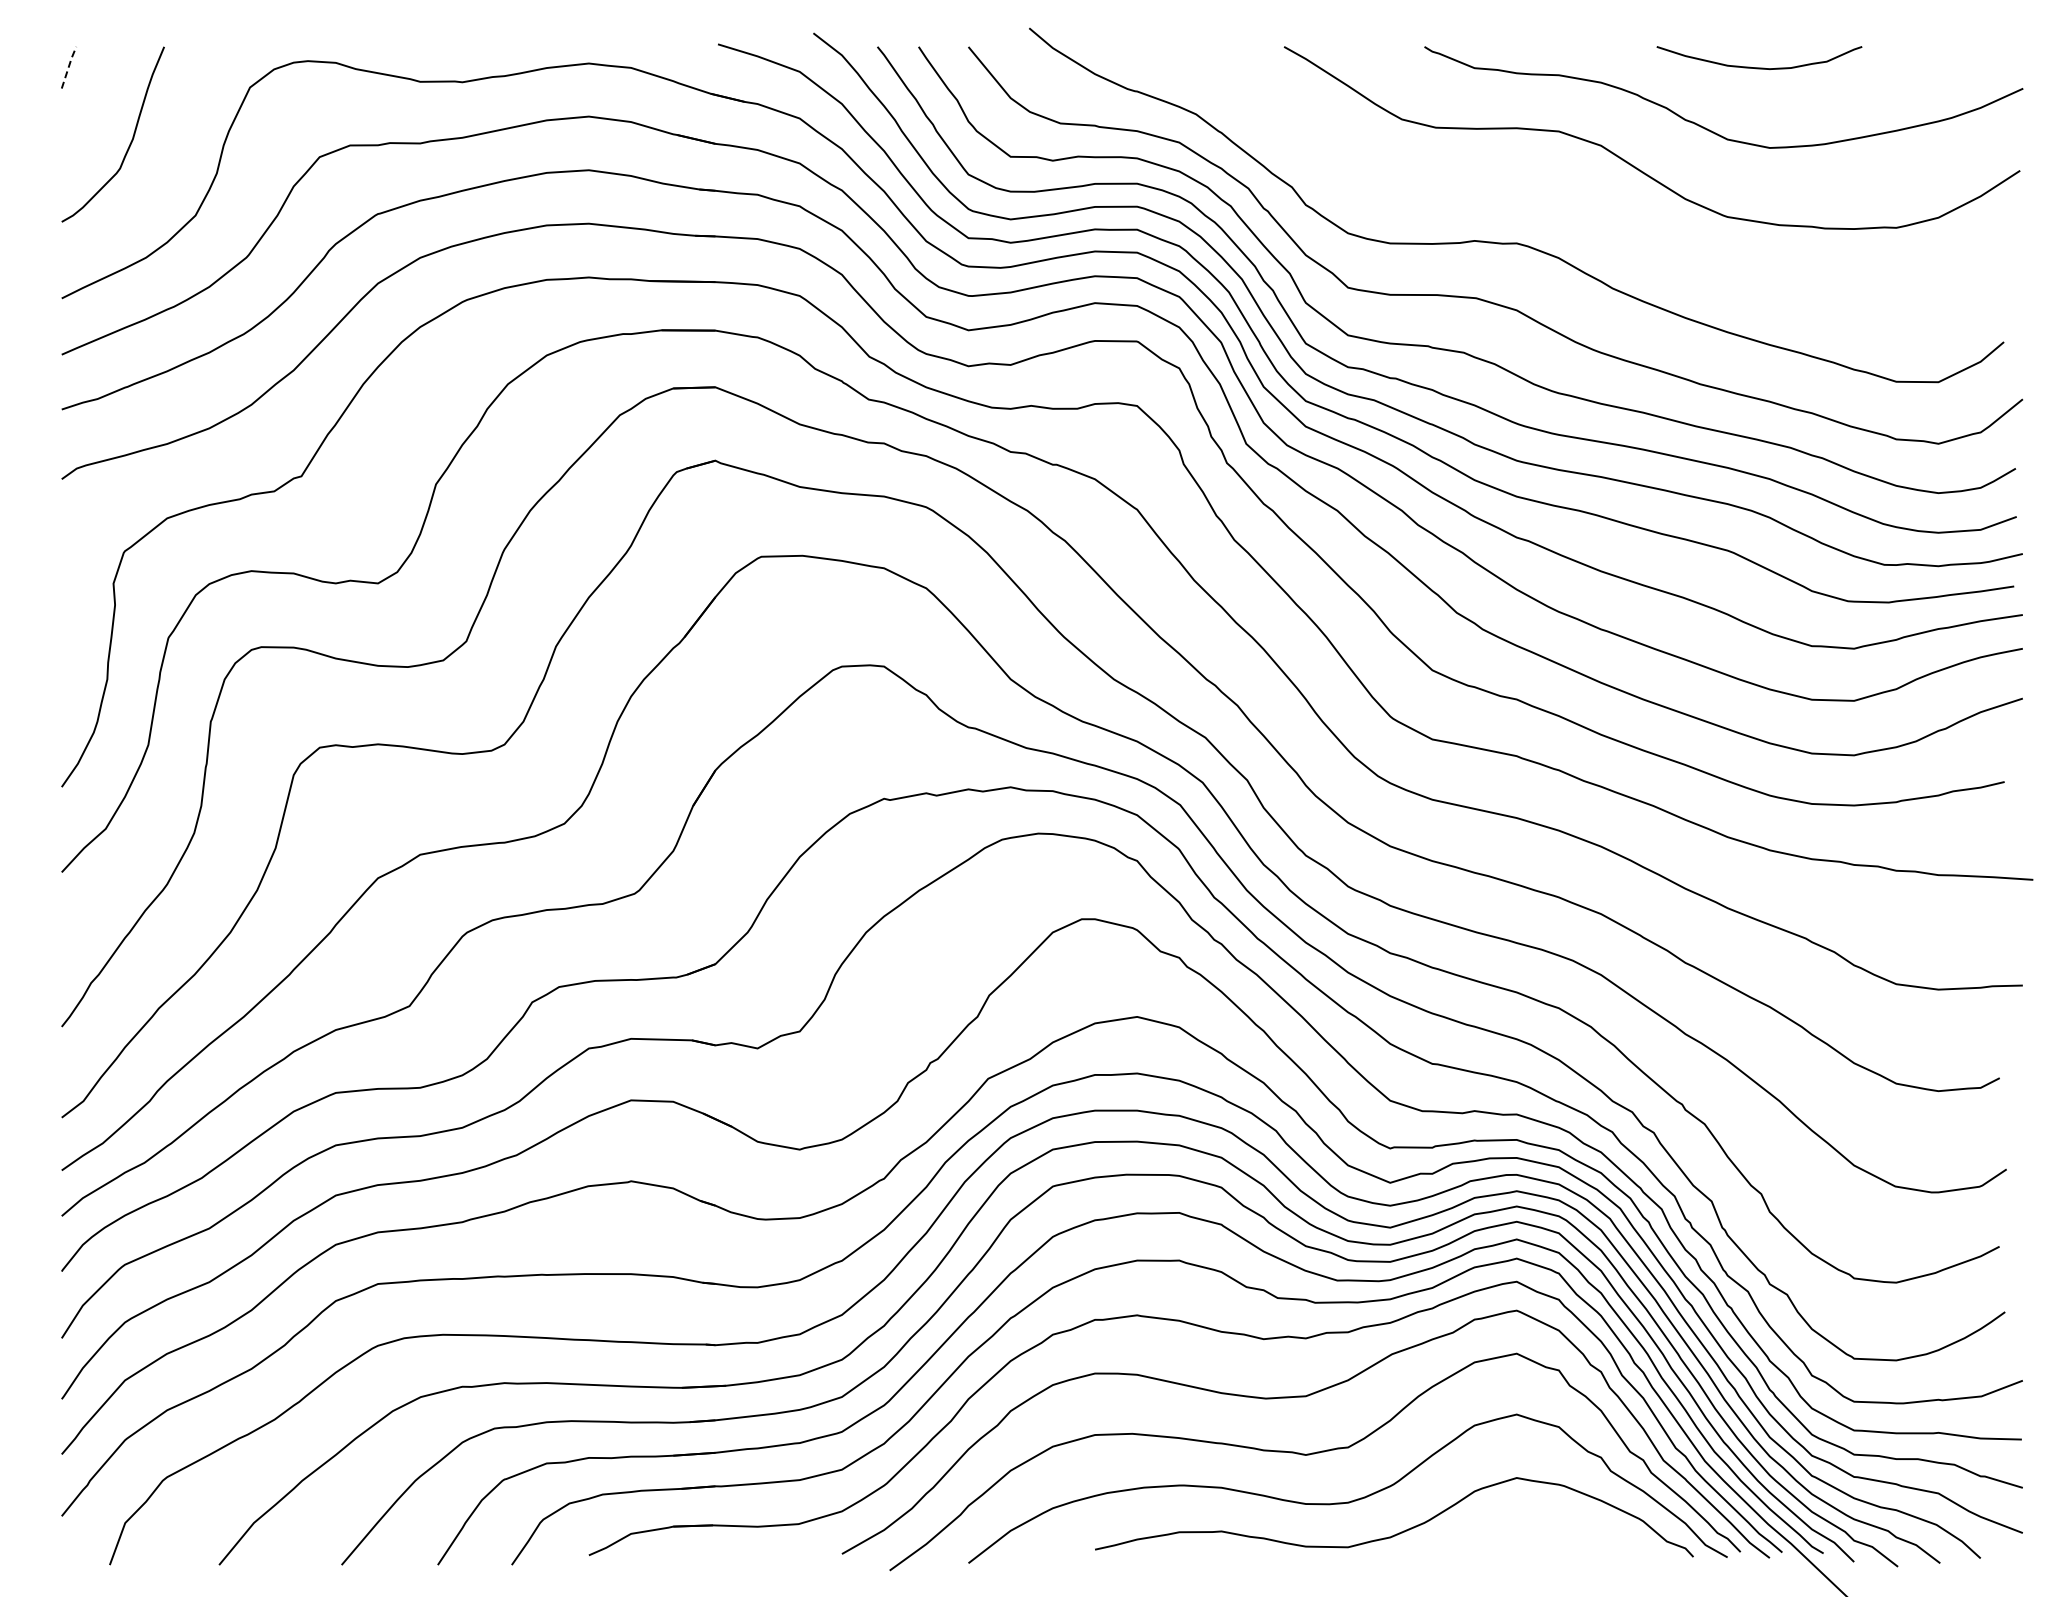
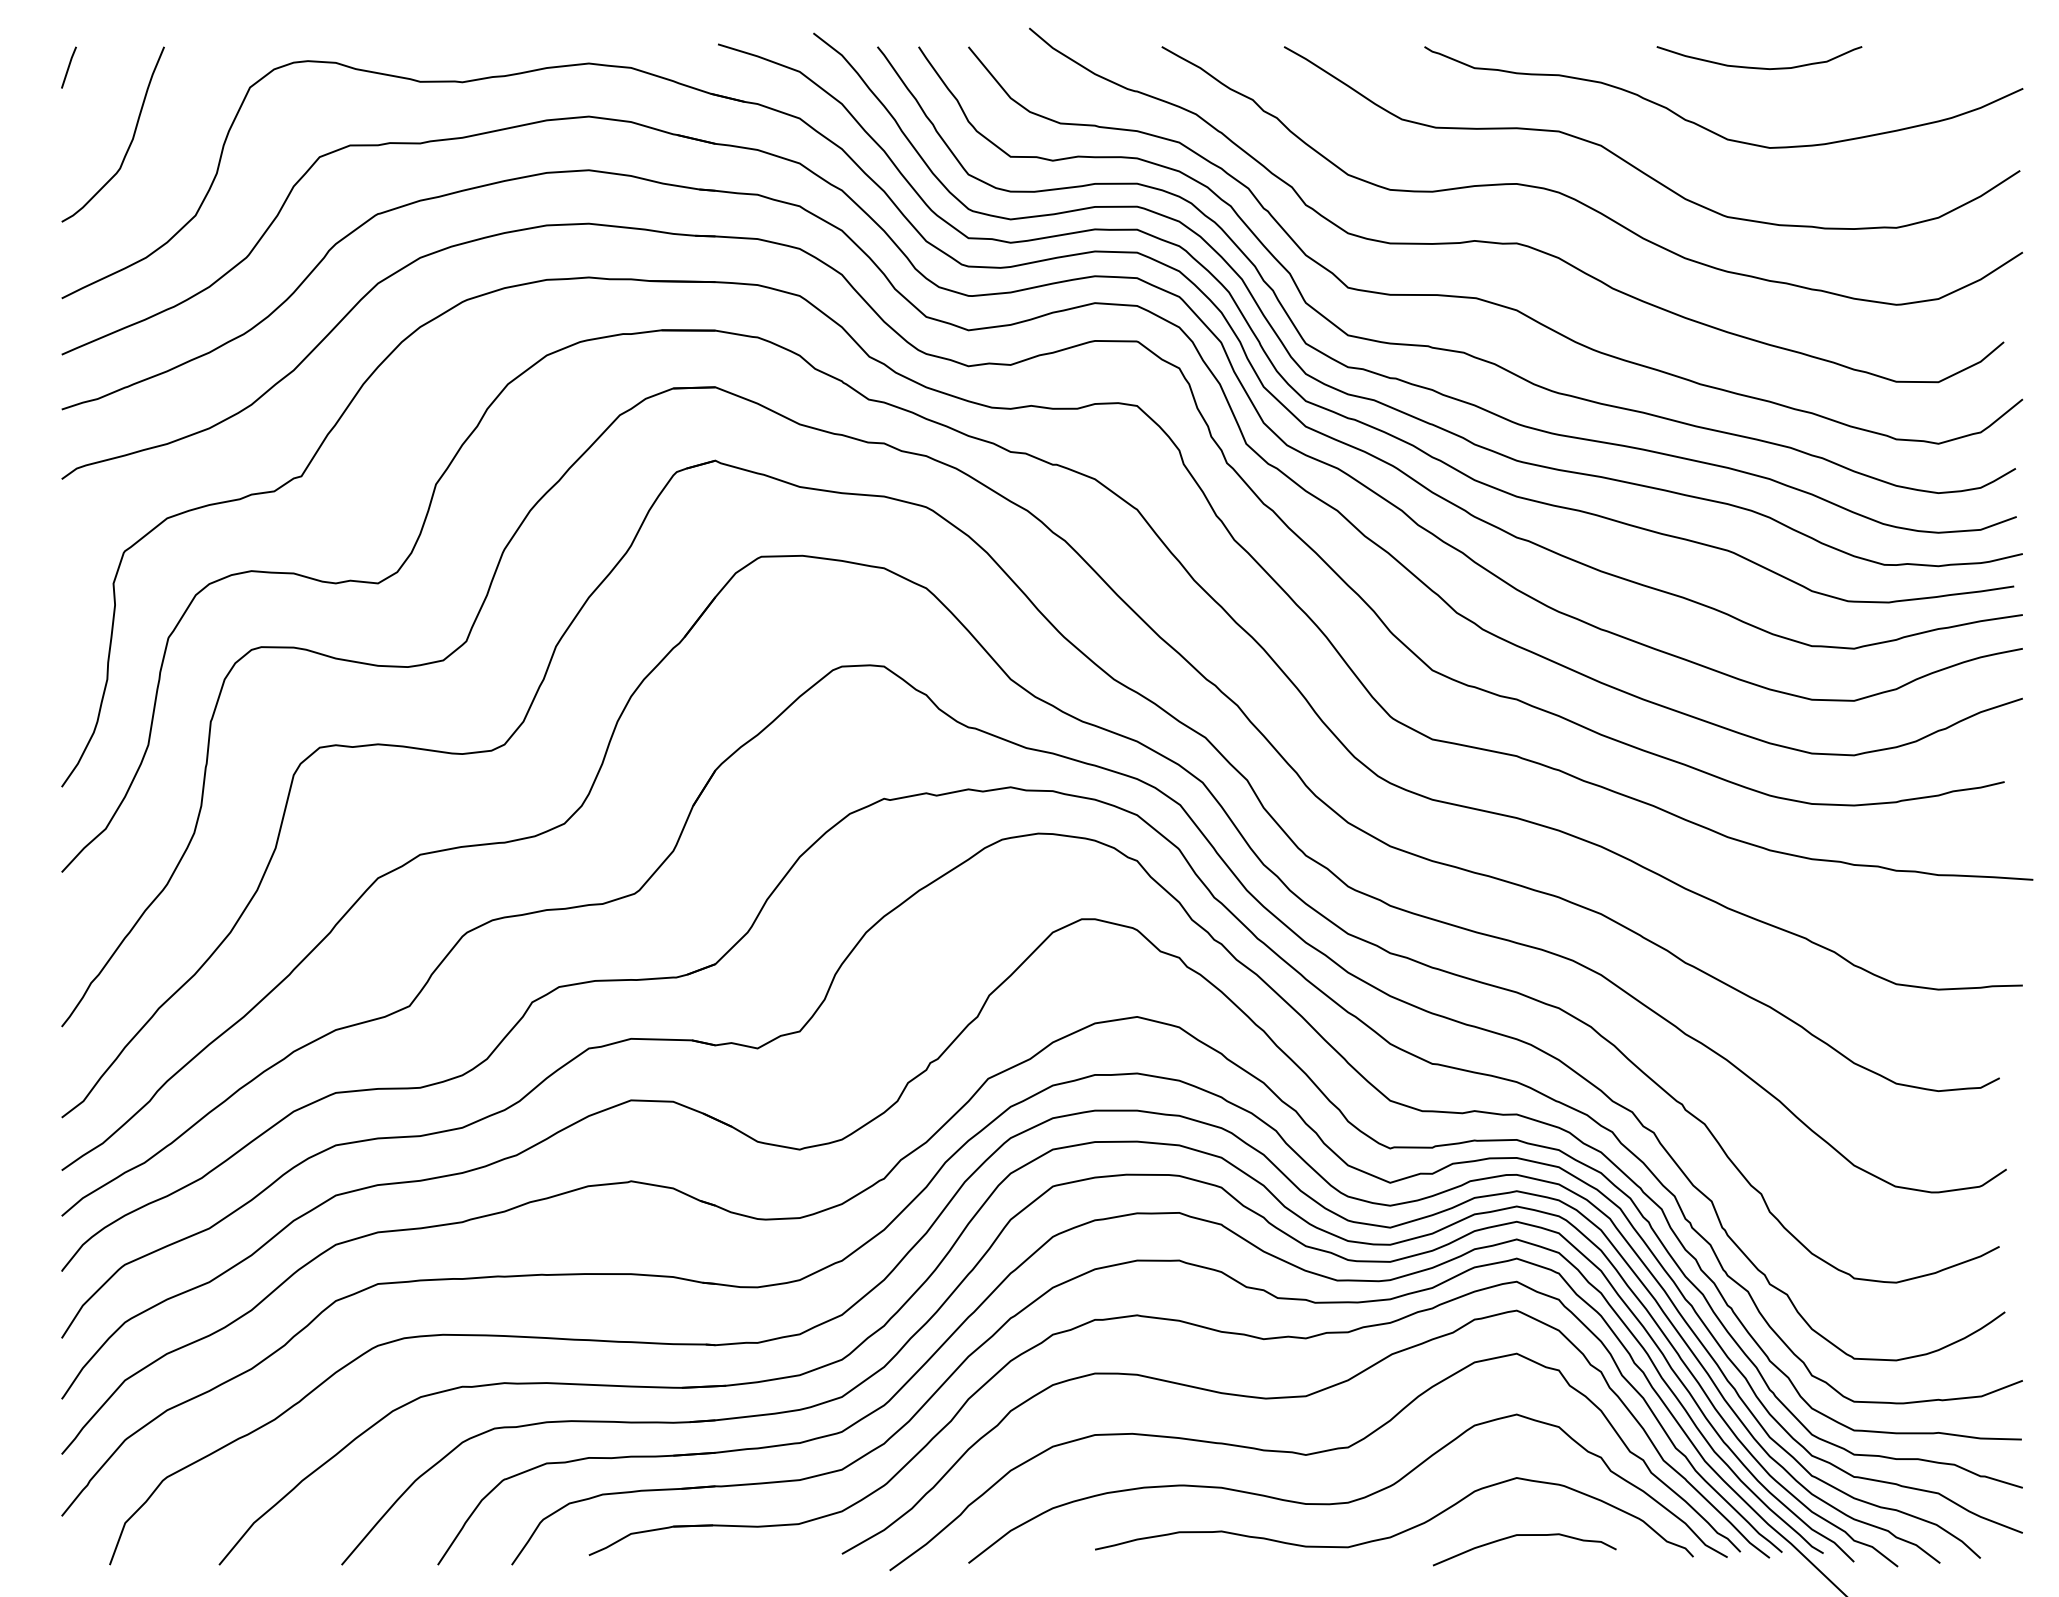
line at (68, 67): dashed -> solid
curve at (1579, 200): none -> present
curve at (1524, 1535): none -> present
